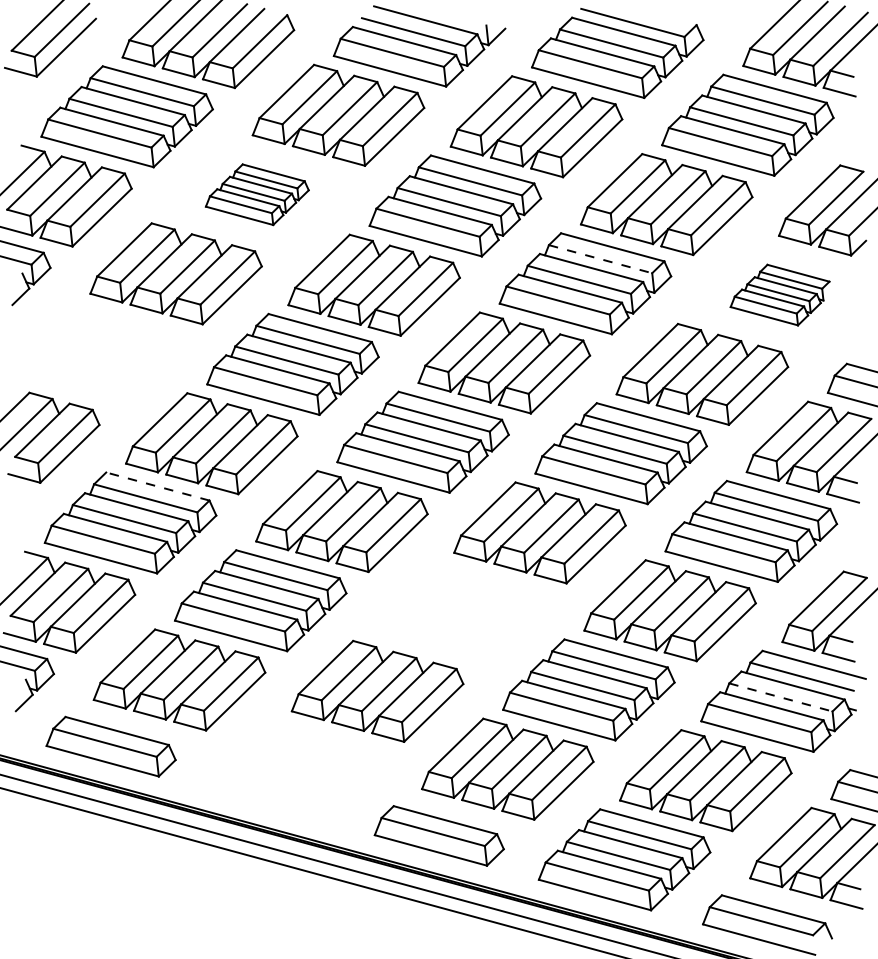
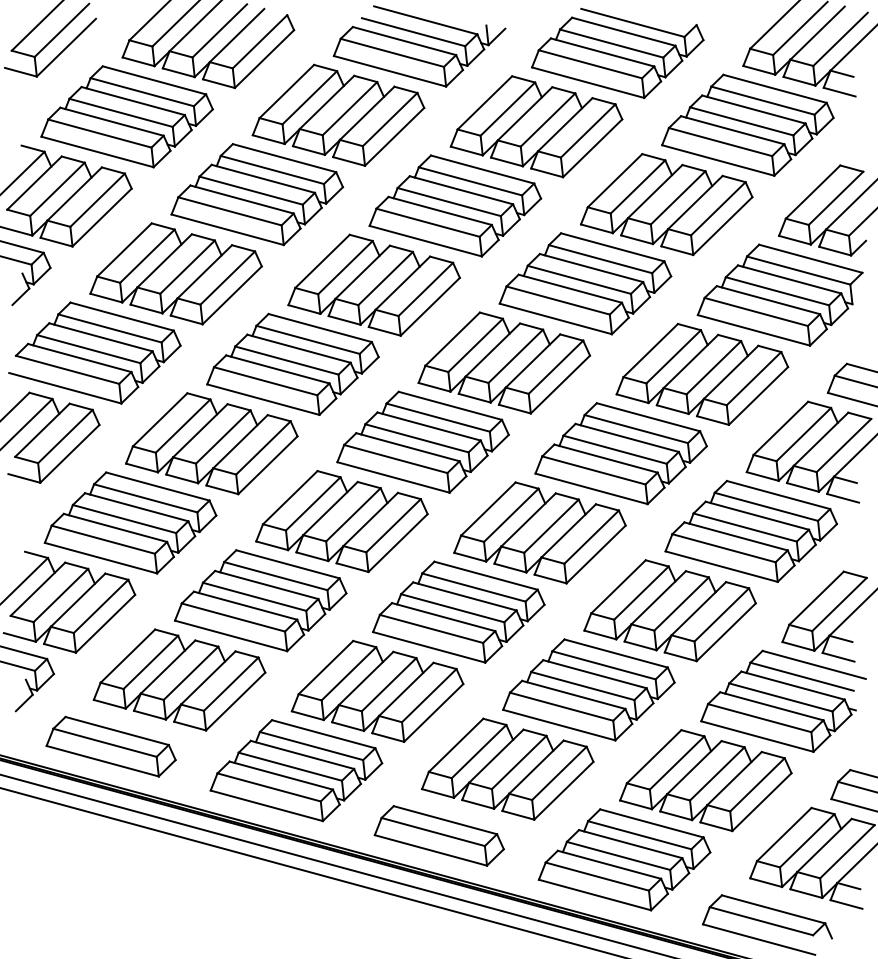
part at (256, 194) size: 106x64 px -> 175x104 px
line at (600, 259): dashed -> solid
part at (779, 294) size: 102x64 px -> 168x104 px
part at (94, 352): none -> present
line at (157, 486): dashed -> solid
part at (458, 611): none -> present
line at (780, 697): dashed -> solid
part at (296, 770): none -> present
